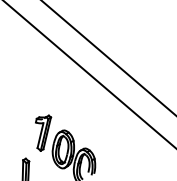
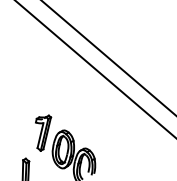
line at (89, 74) position: (89, 74) -> (95, 69)
